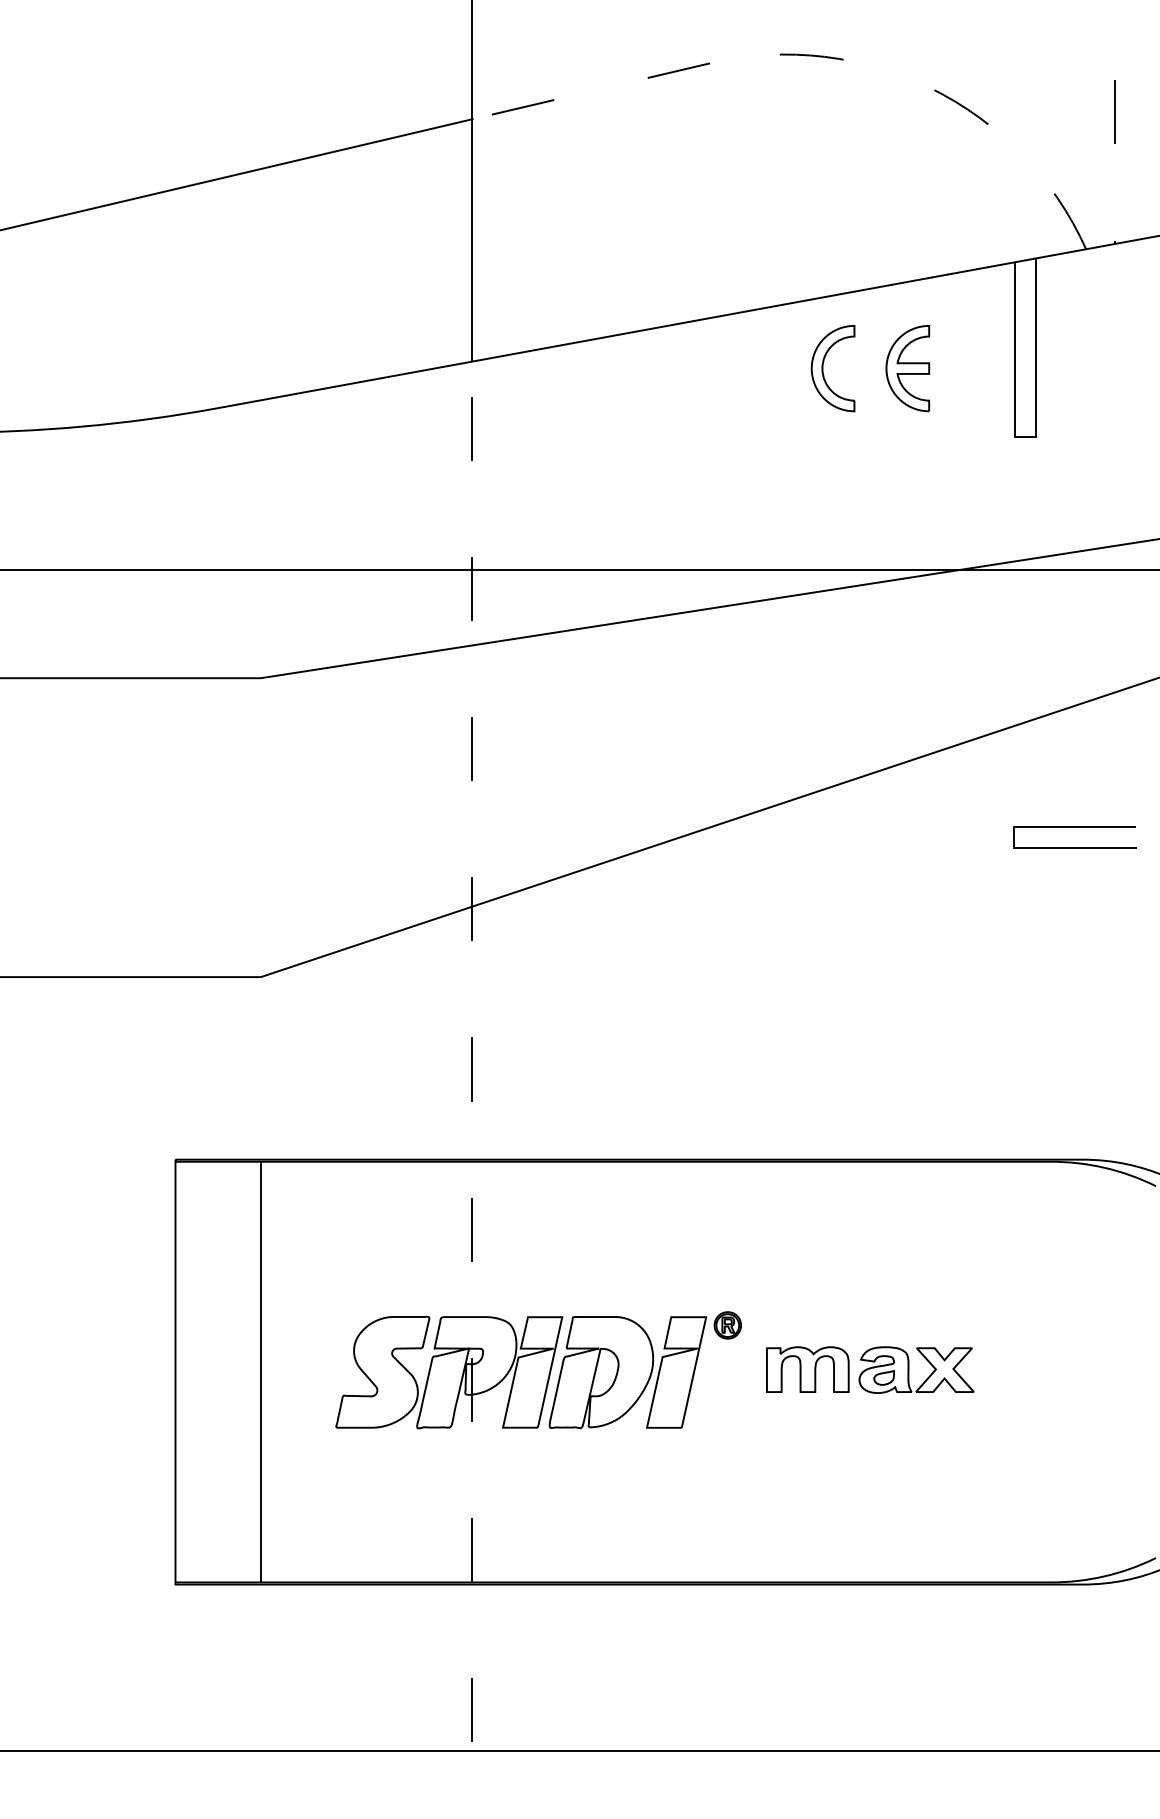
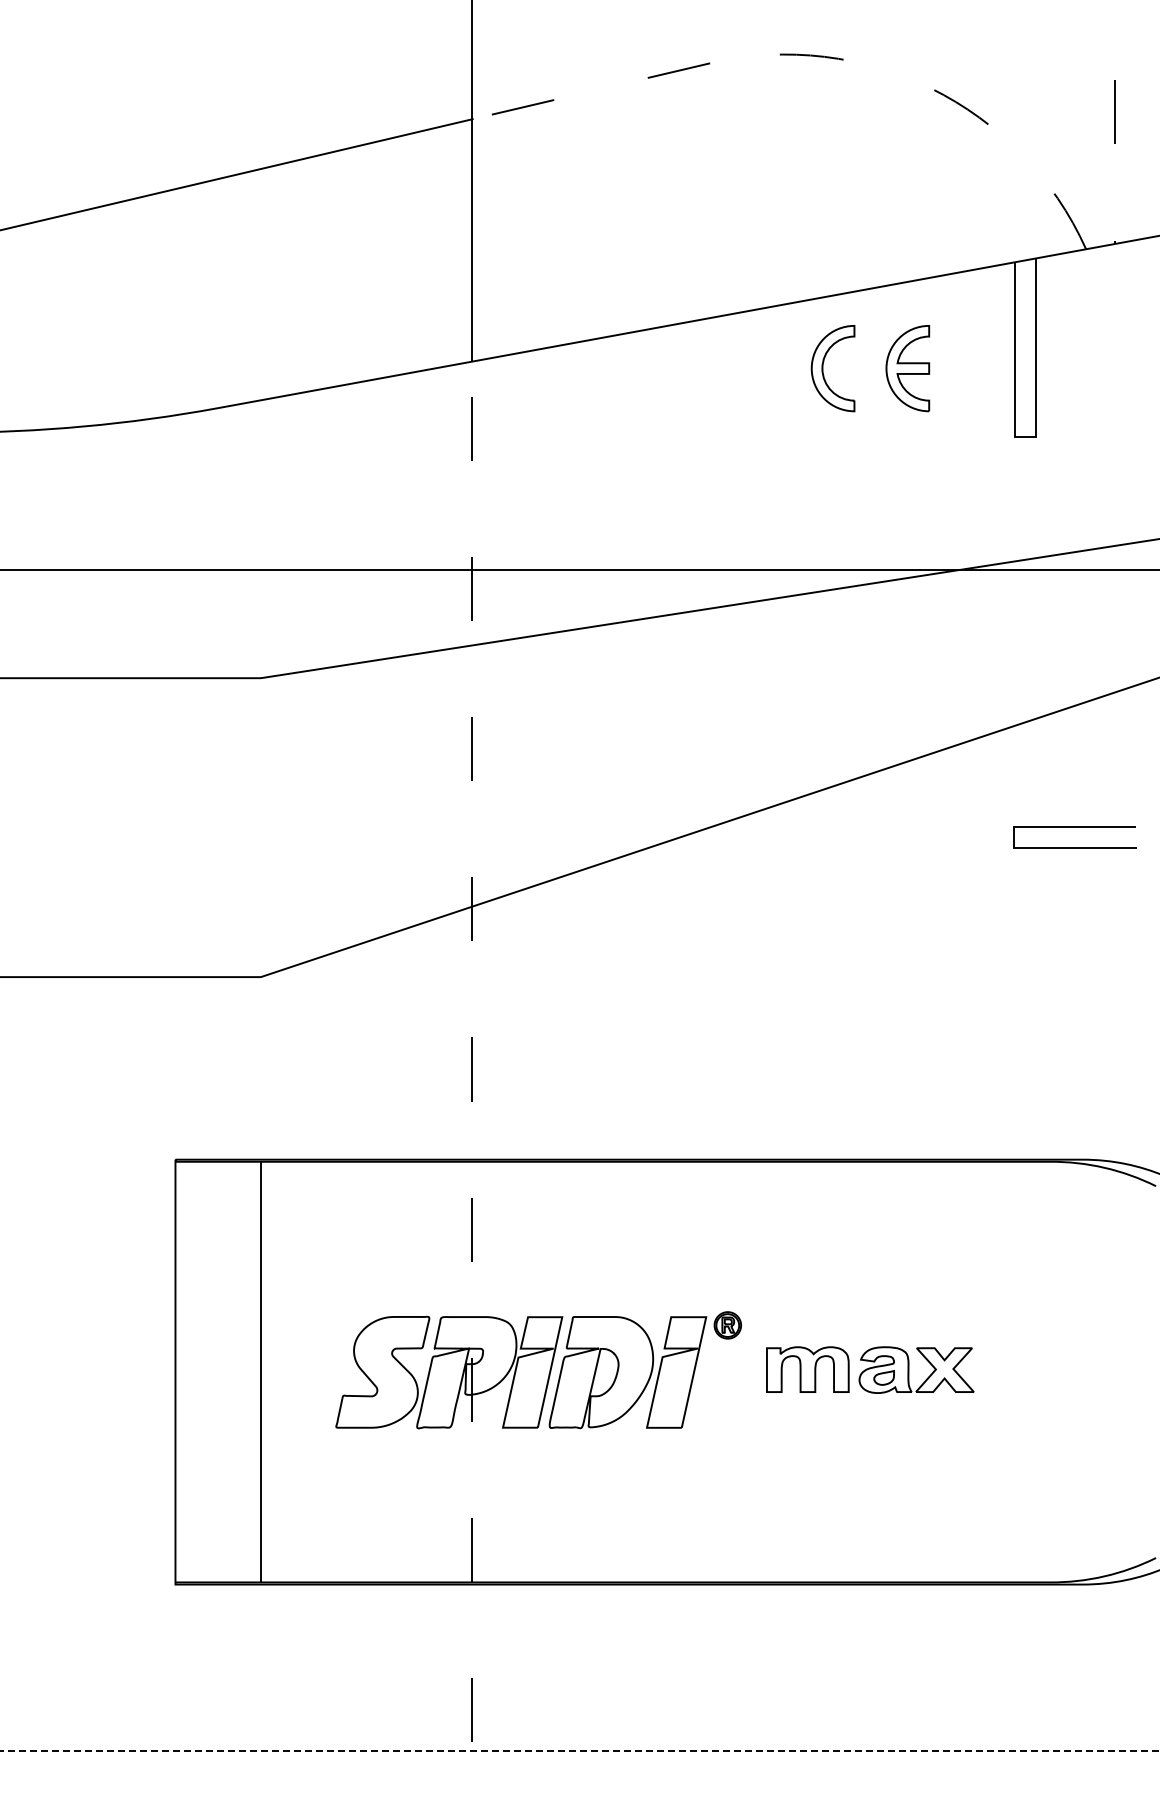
line at (579, 1751): solid -> dashed
